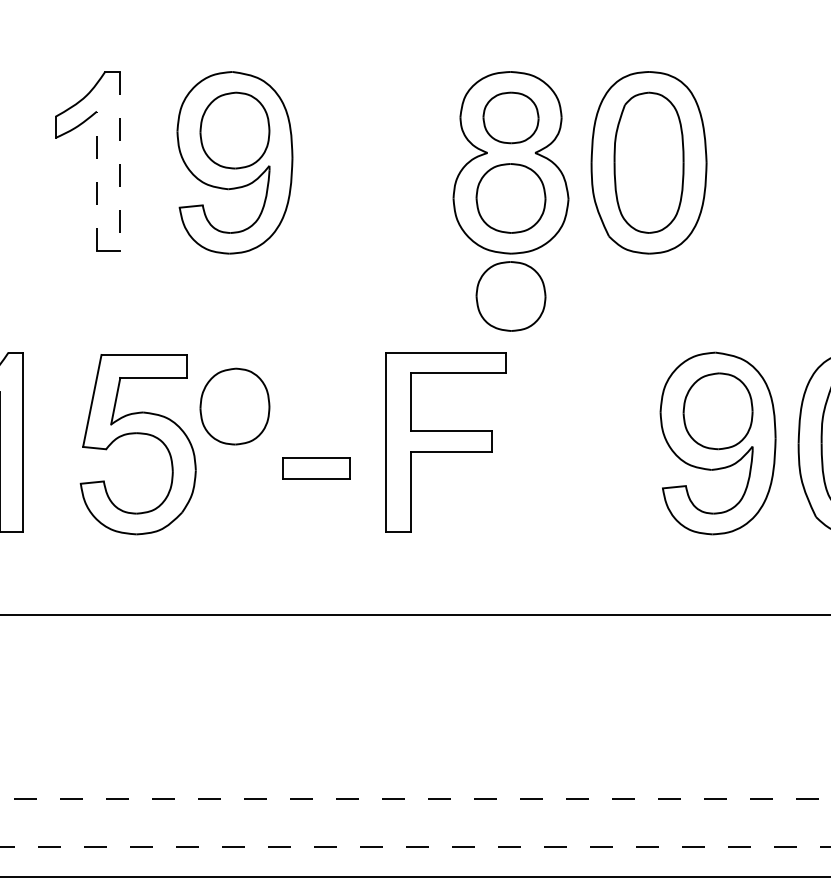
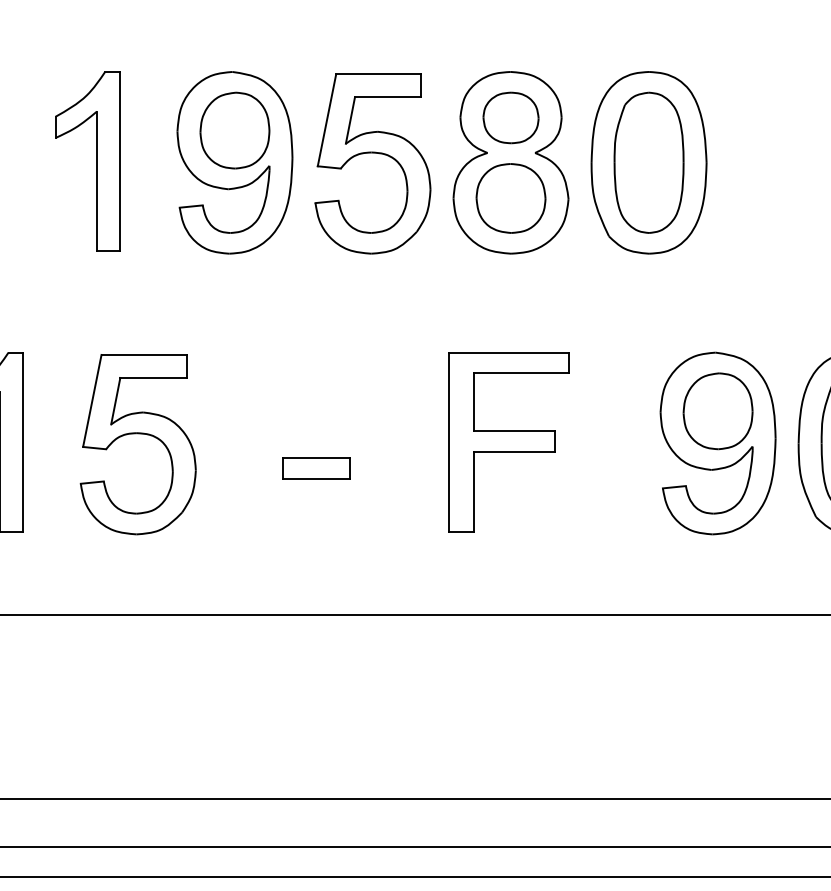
part at (372, 153): none -> present
line at (119, 161): dashed -> solid
line at (96, 181): dashed -> solid
part at (510, 296): present -> none
part at (234, 406): present -> none
part at (445, 442) position: (445, 442) -> (508, 442)
line at (416, 798): dashed -> solid
line at (416, 846): dashed -> solid
